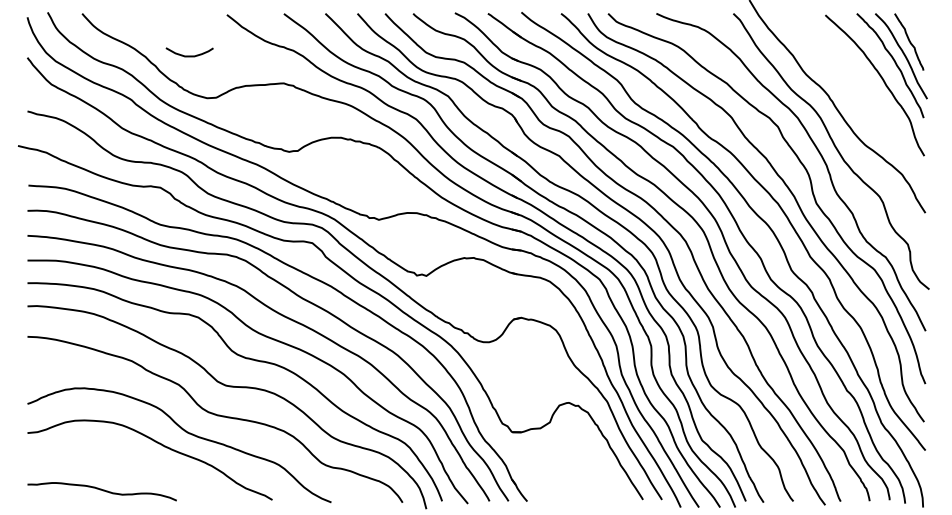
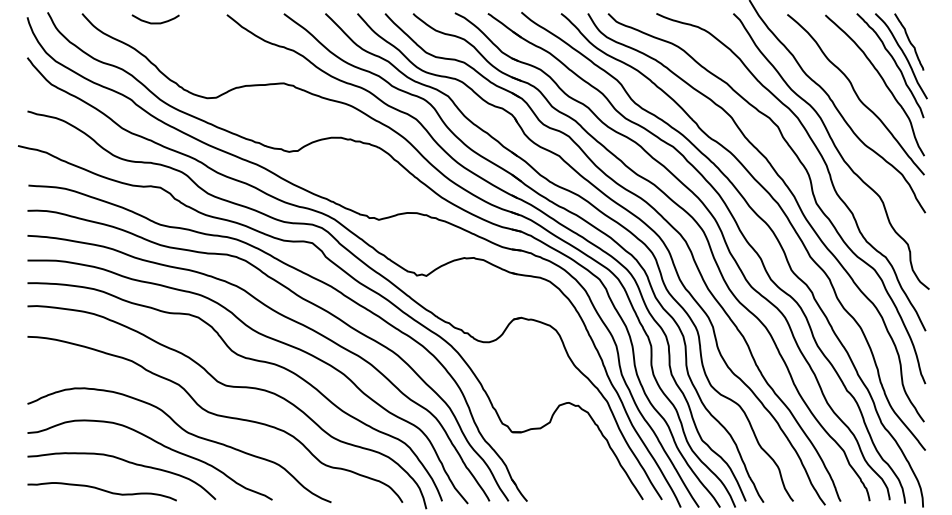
curve at (189, 55) position: (189, 55) -> (155, 22)
curve at (855, 94): none -> present
curve at (126, 462): none -> present
